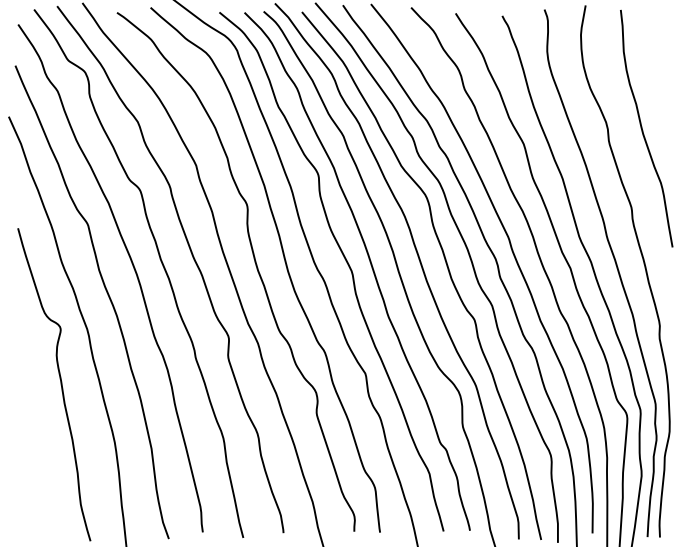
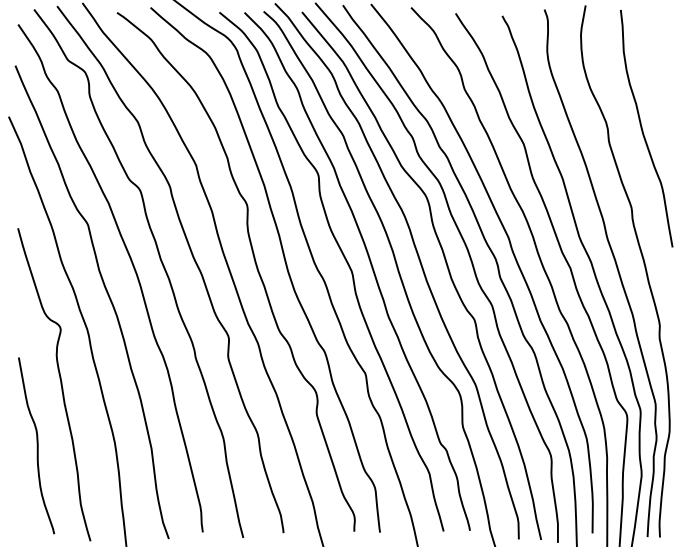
curve at (36, 445): none -> present
